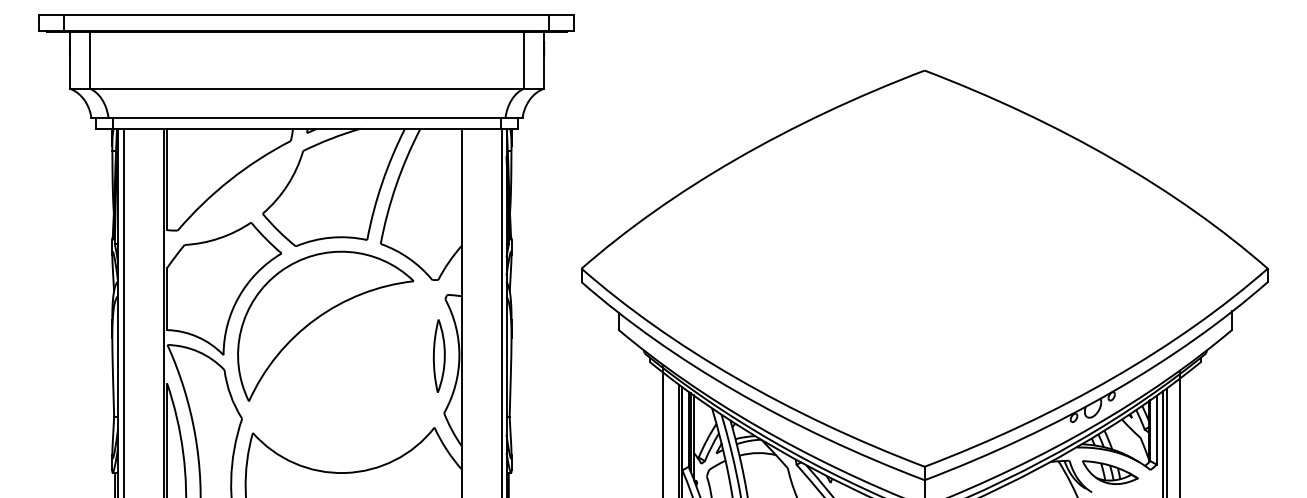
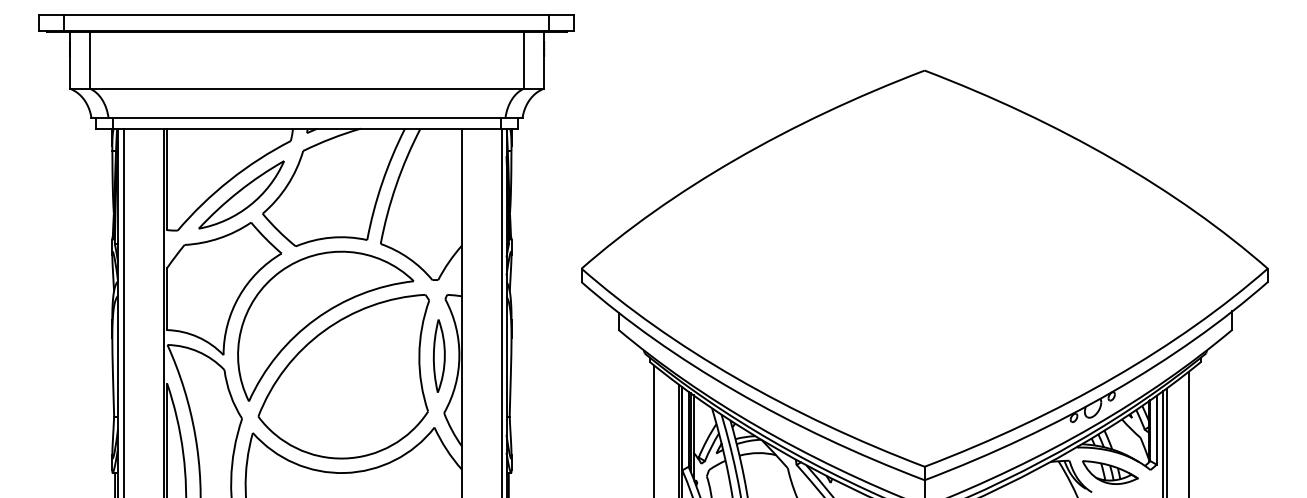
part at (241, 194): none -> present
part at (343, 376): none -> present
line at (663, 429) position: (663, 429) -> (654, 429)
line at (1179, 432) position: (1179, 432) -> (1188, 432)
